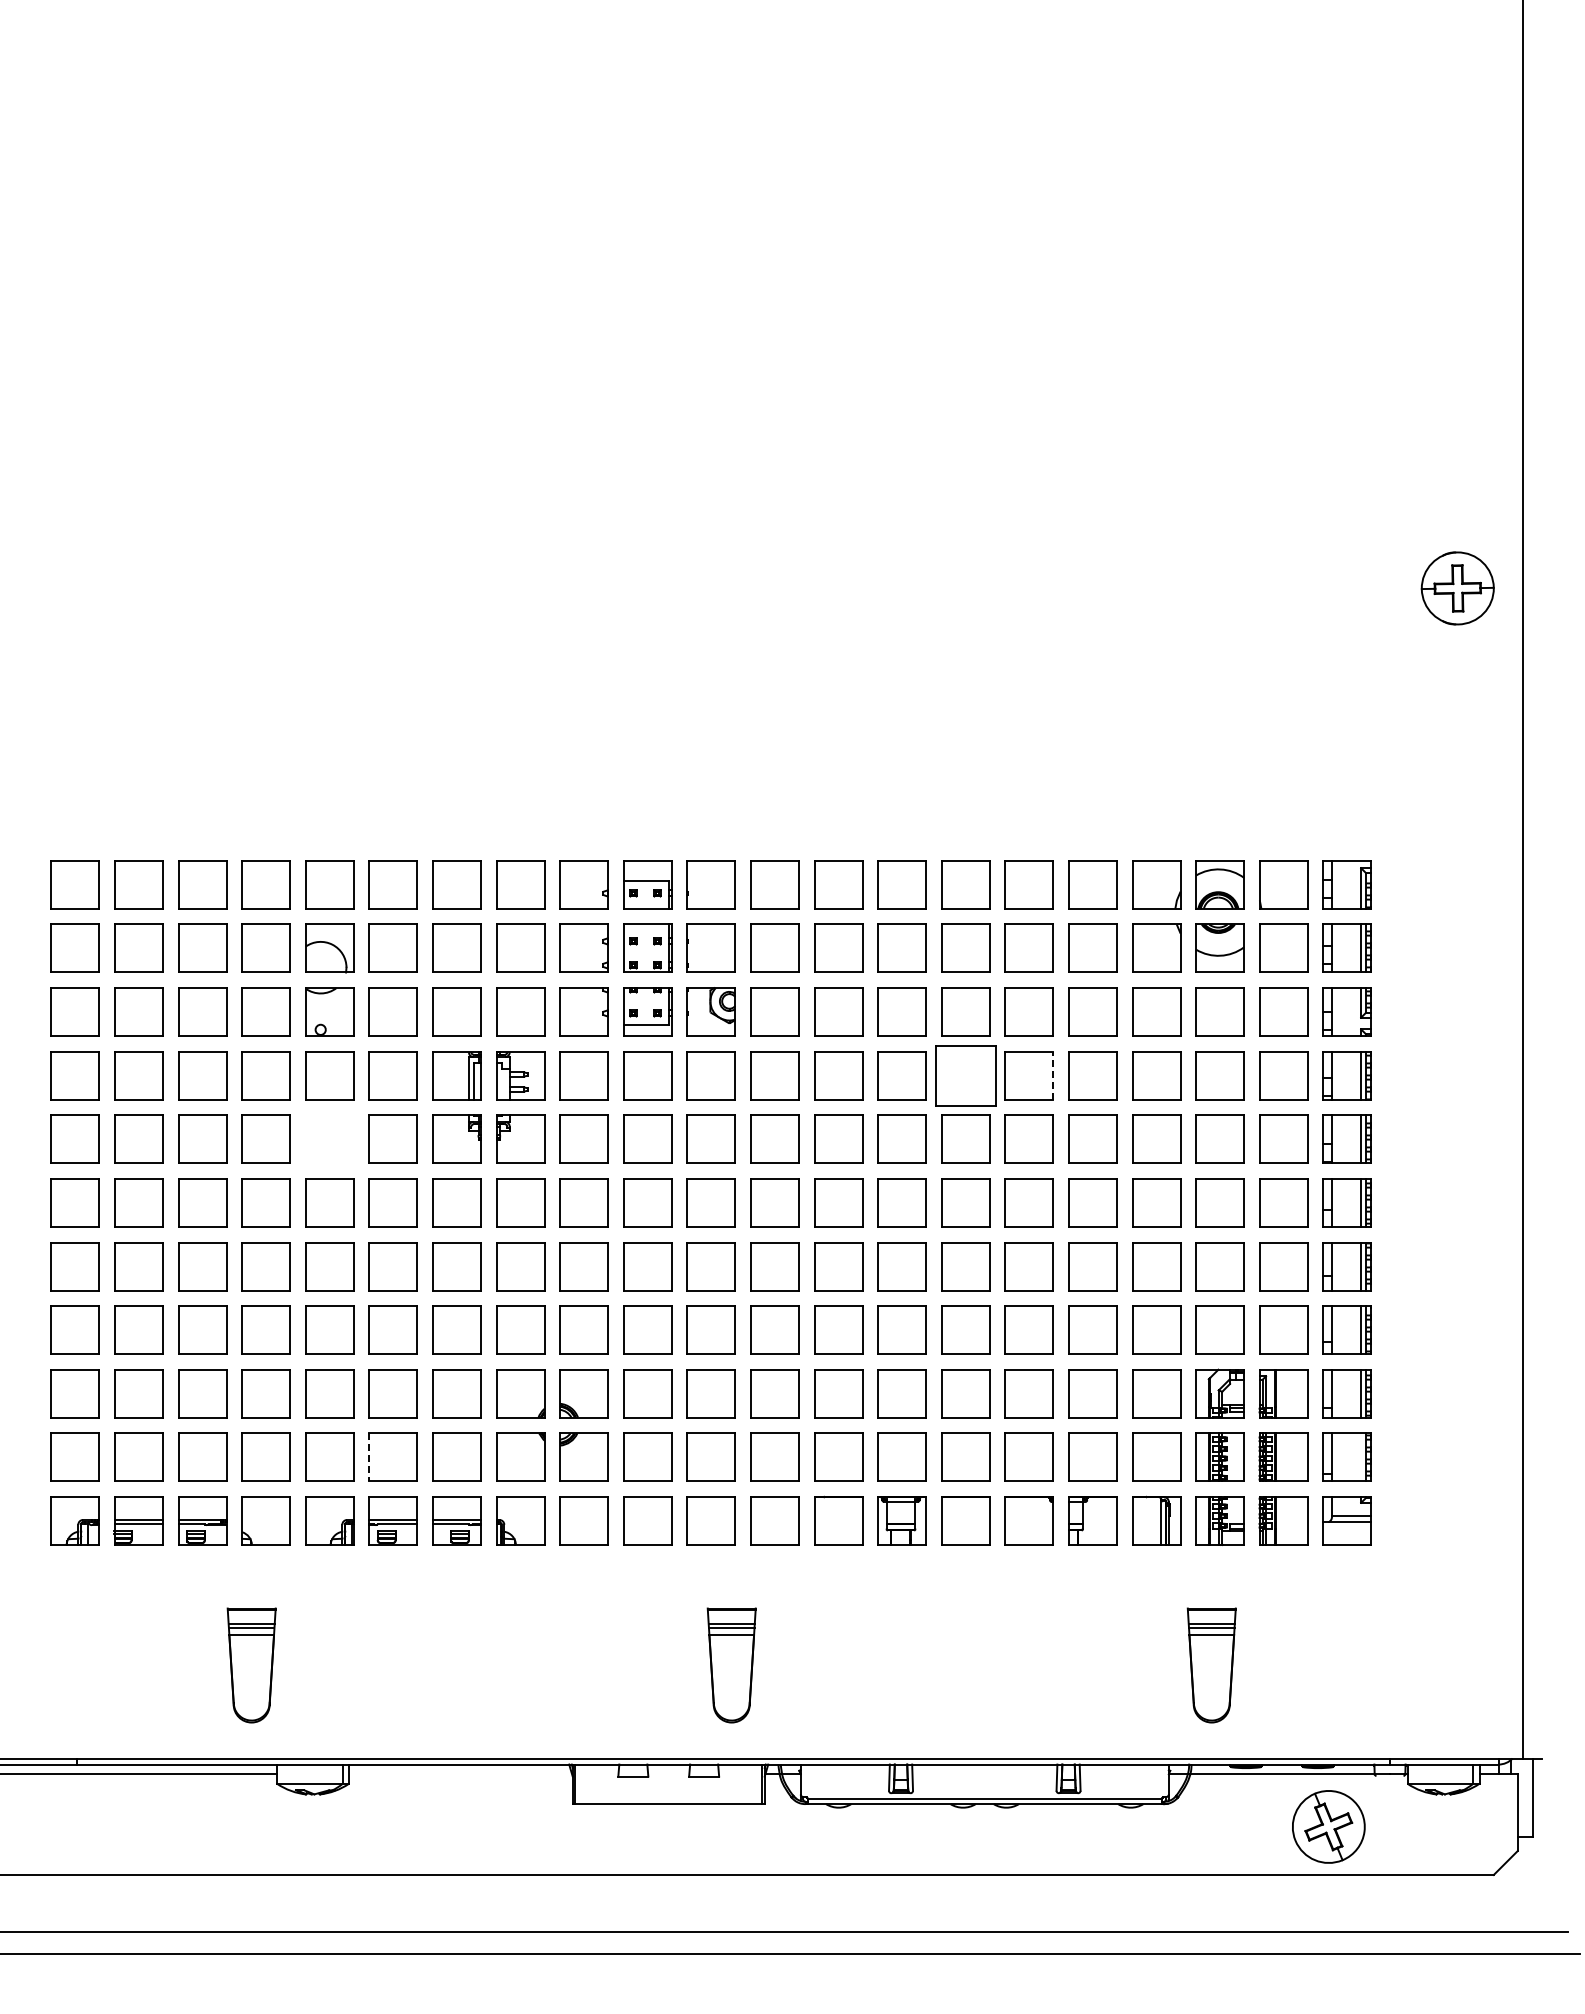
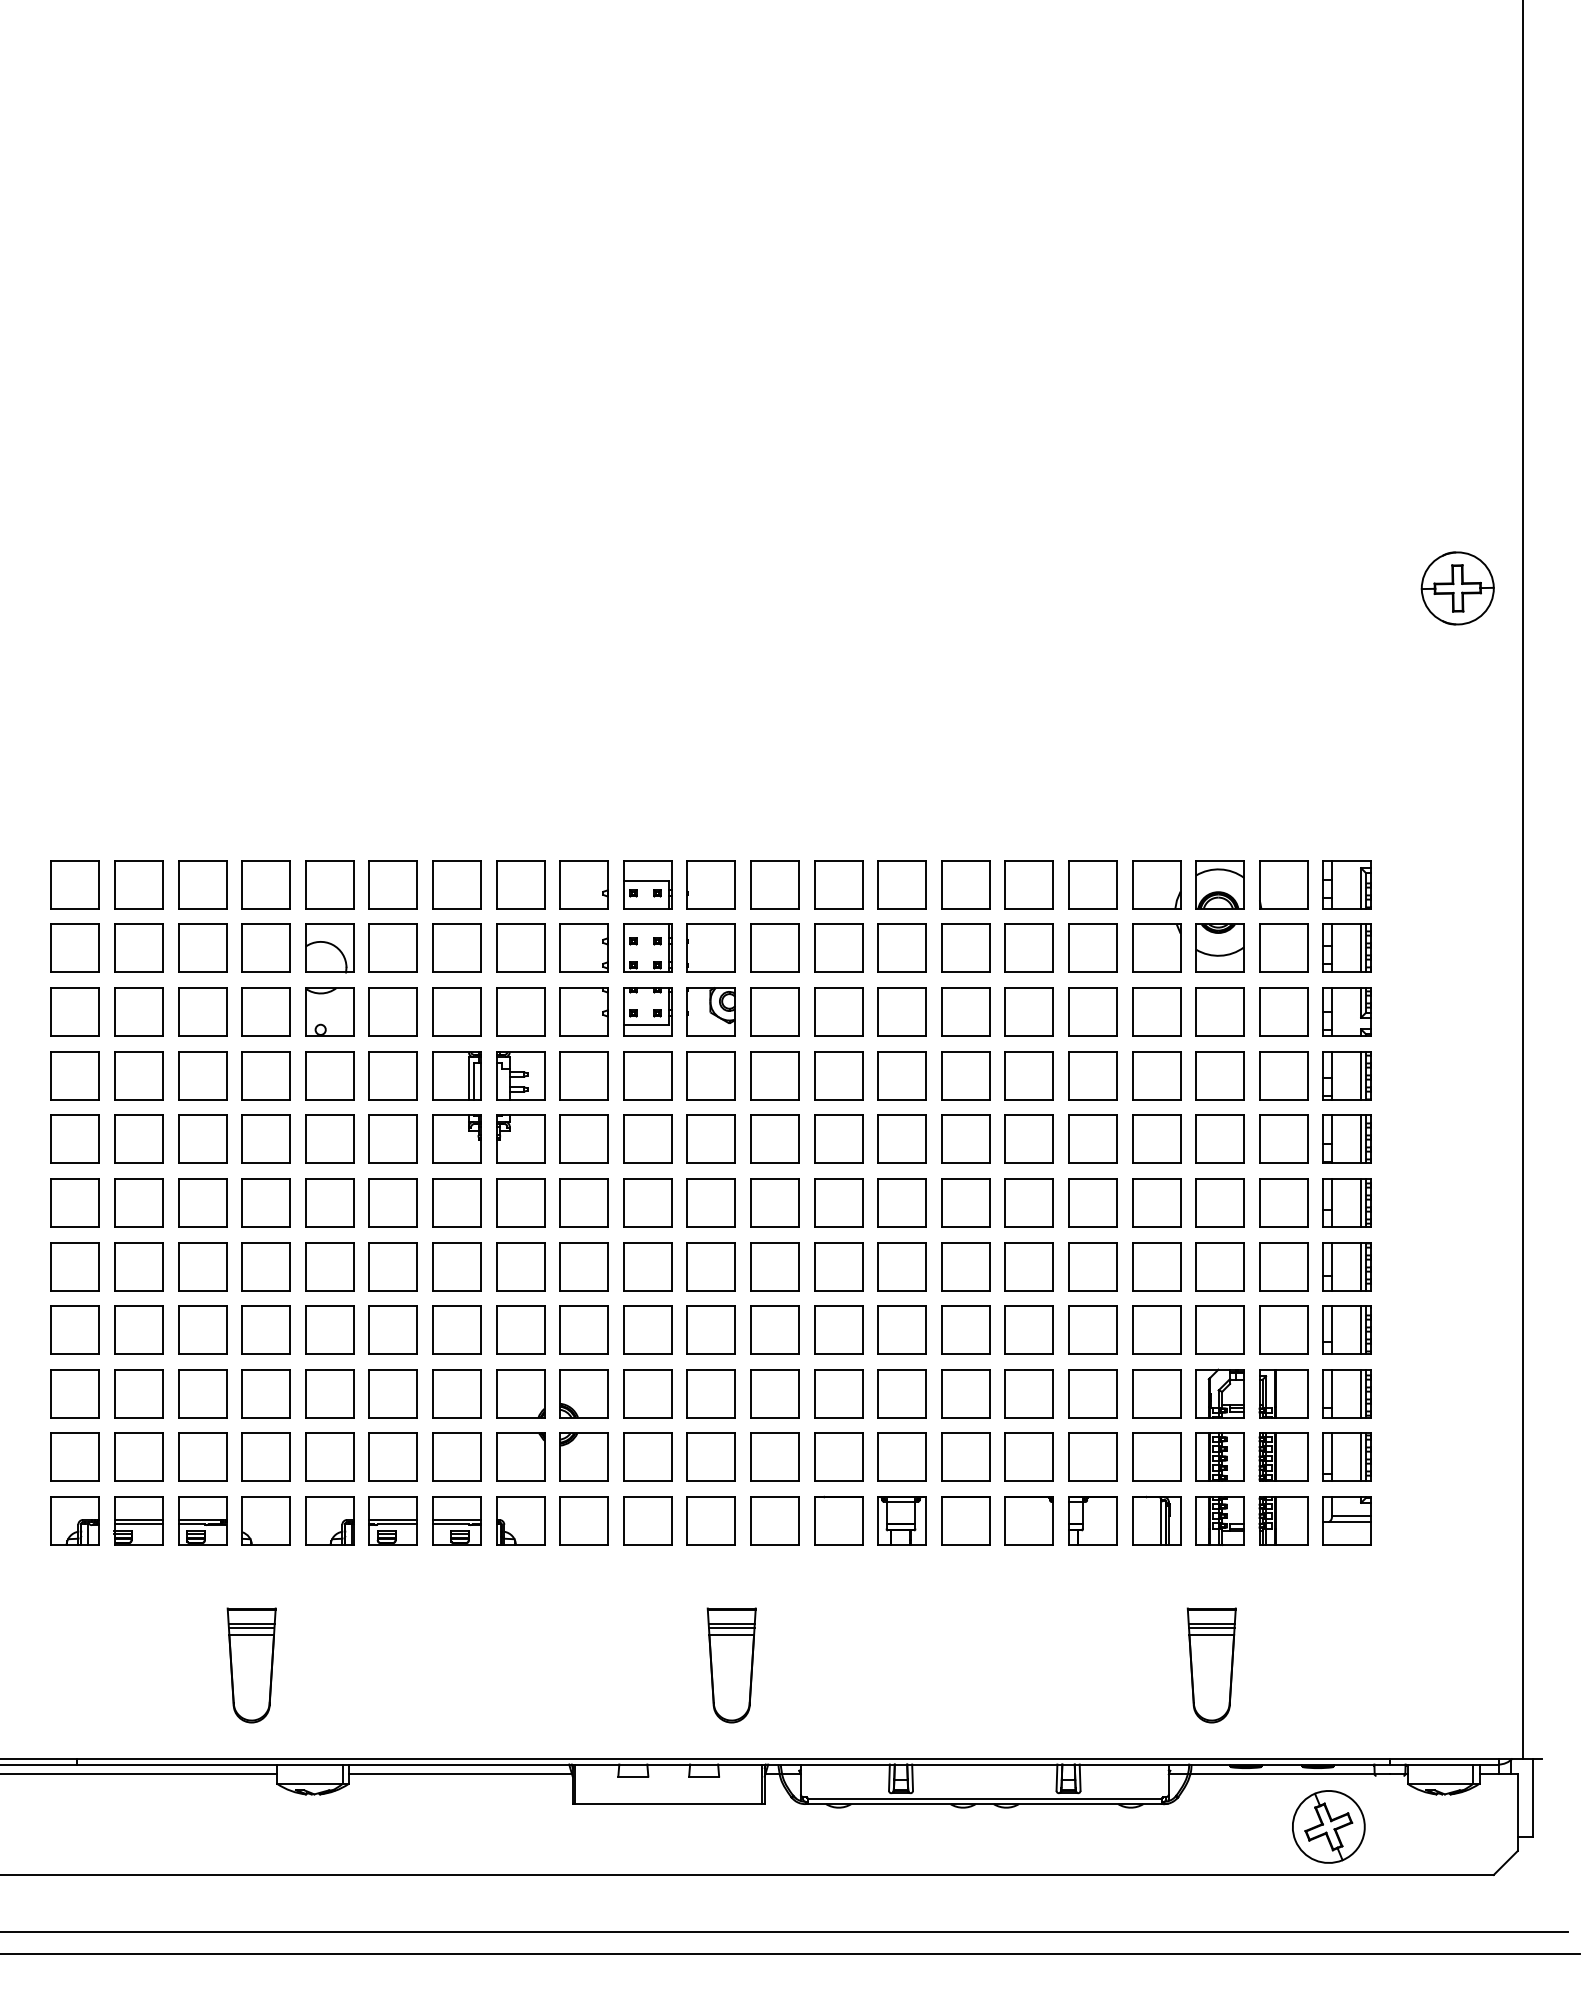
part at (965, 1075) size: 62x62 px -> 50x50 px
line at (1053, 1075): dashed -> solid
part at (329, 1138): none -> present
line at (369, 1457): dashed -> solid
line at (1361, 1457): none -> present
line at (460, 1774): none -> present
